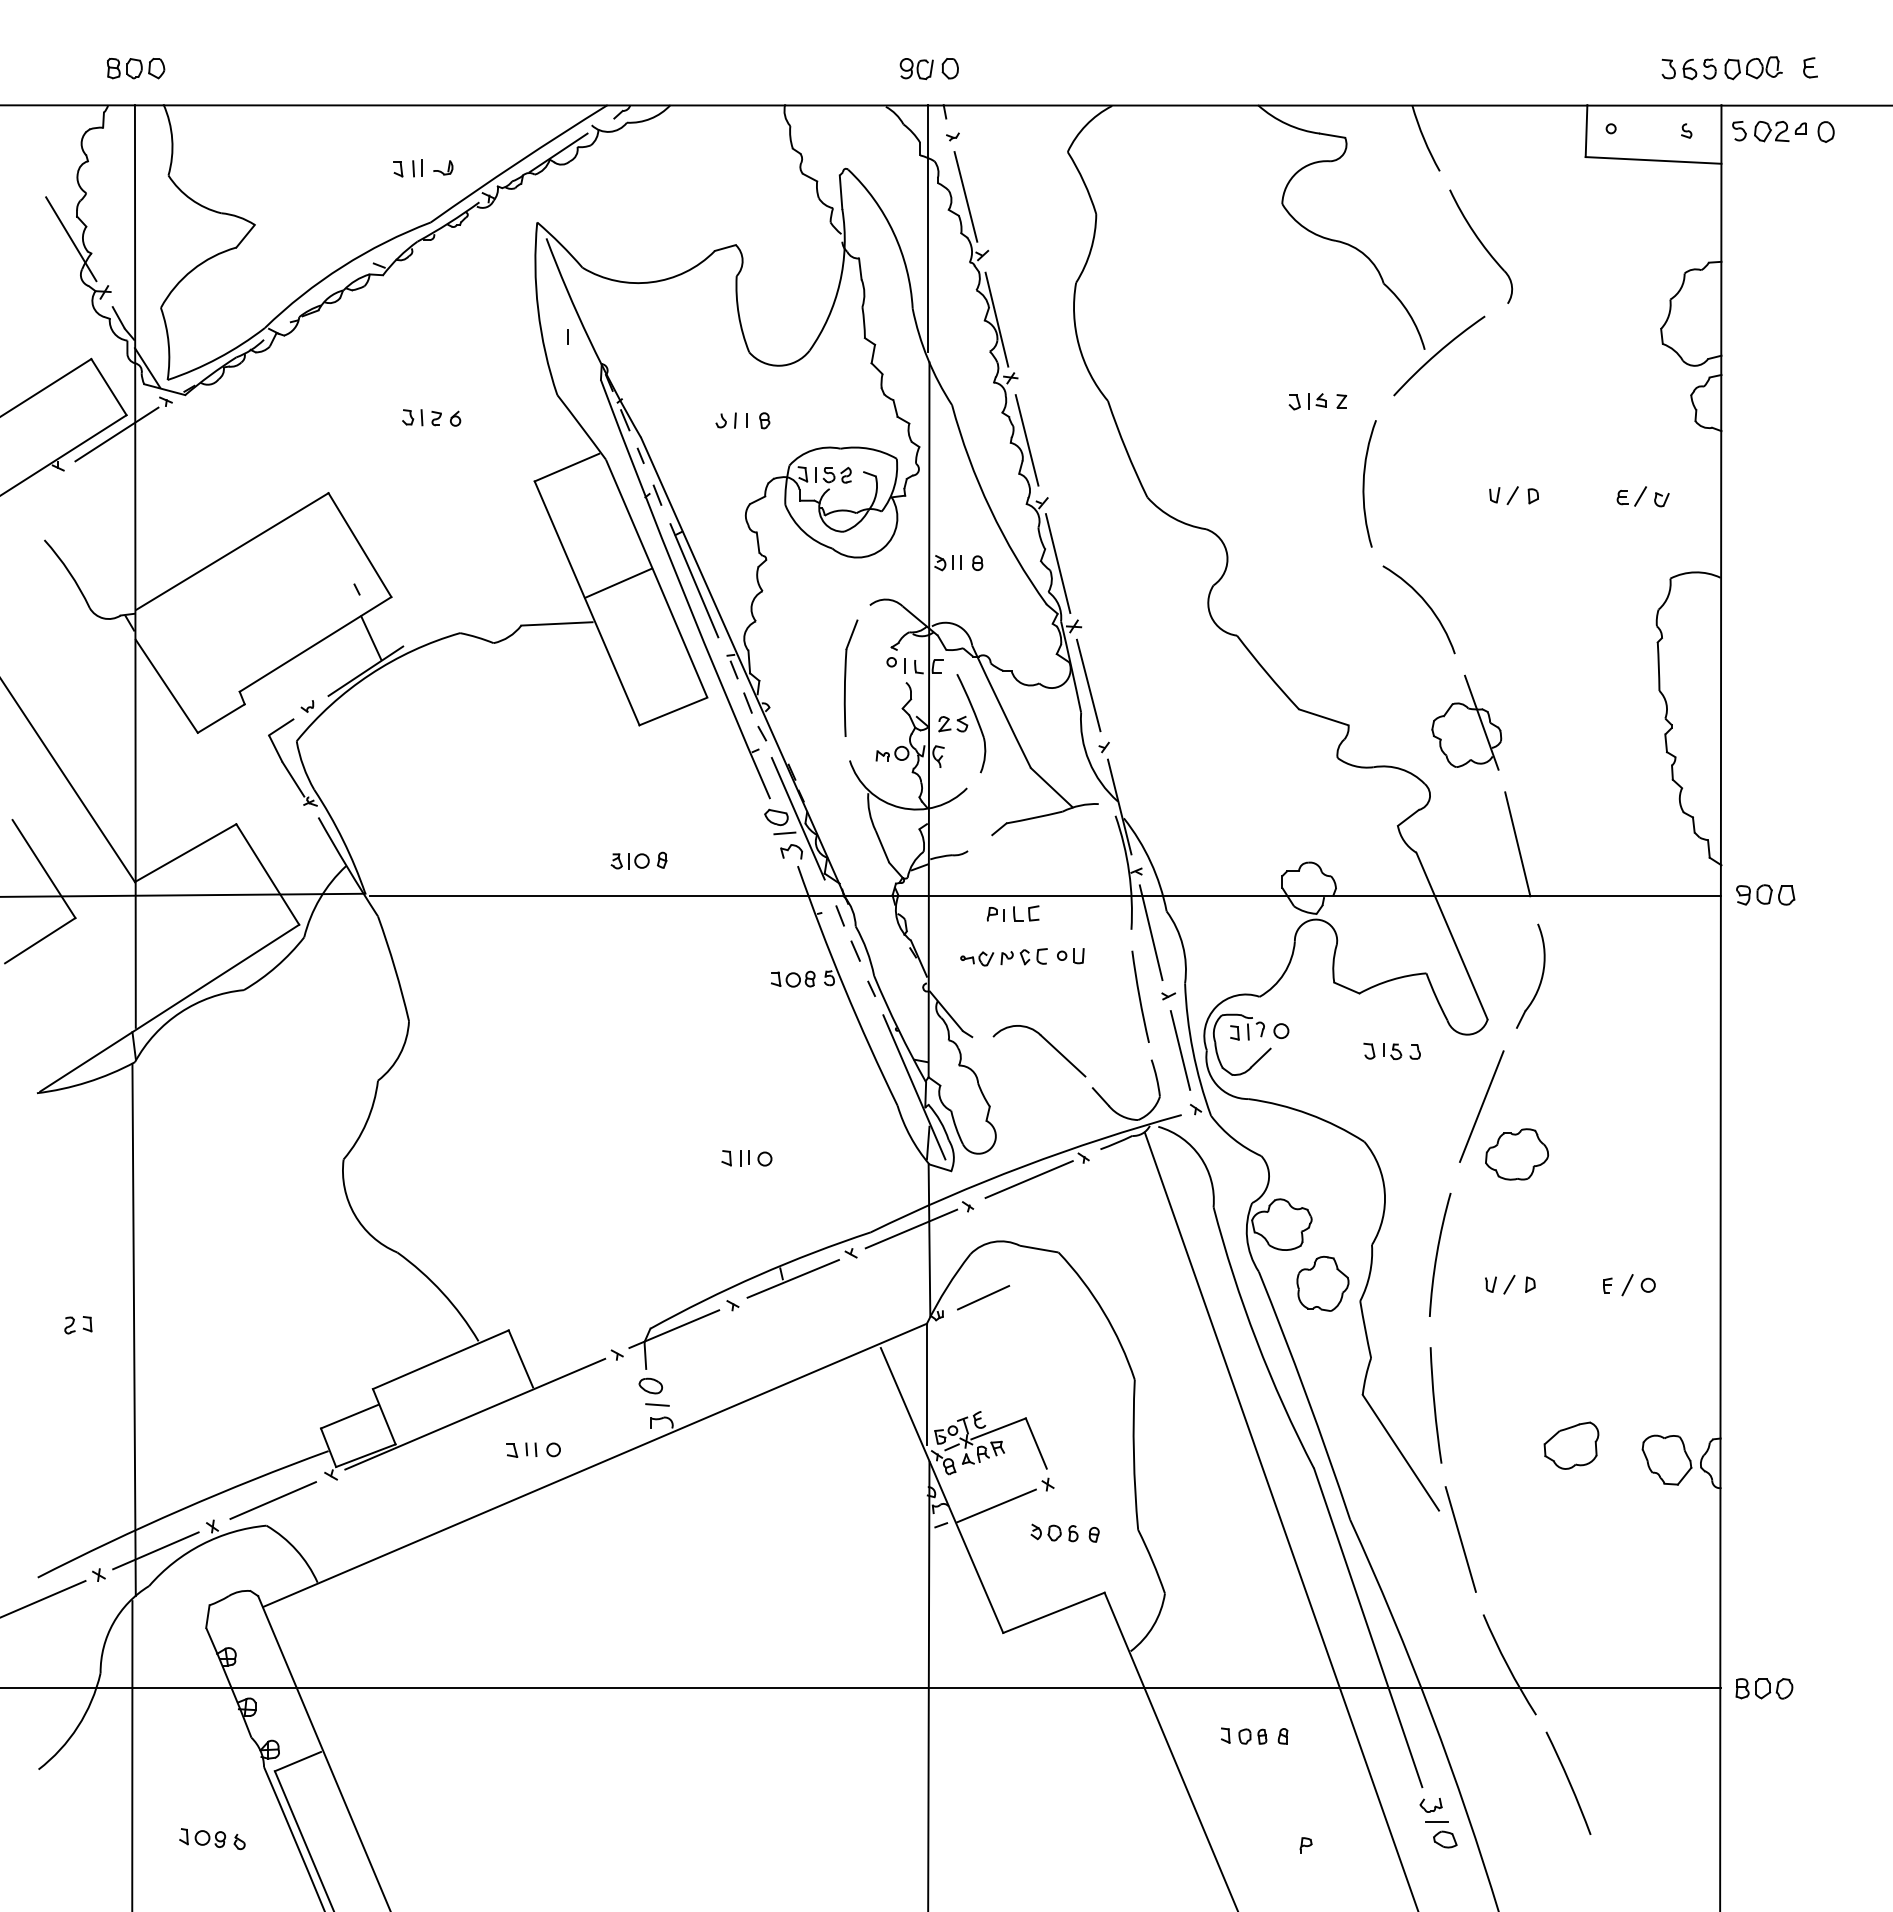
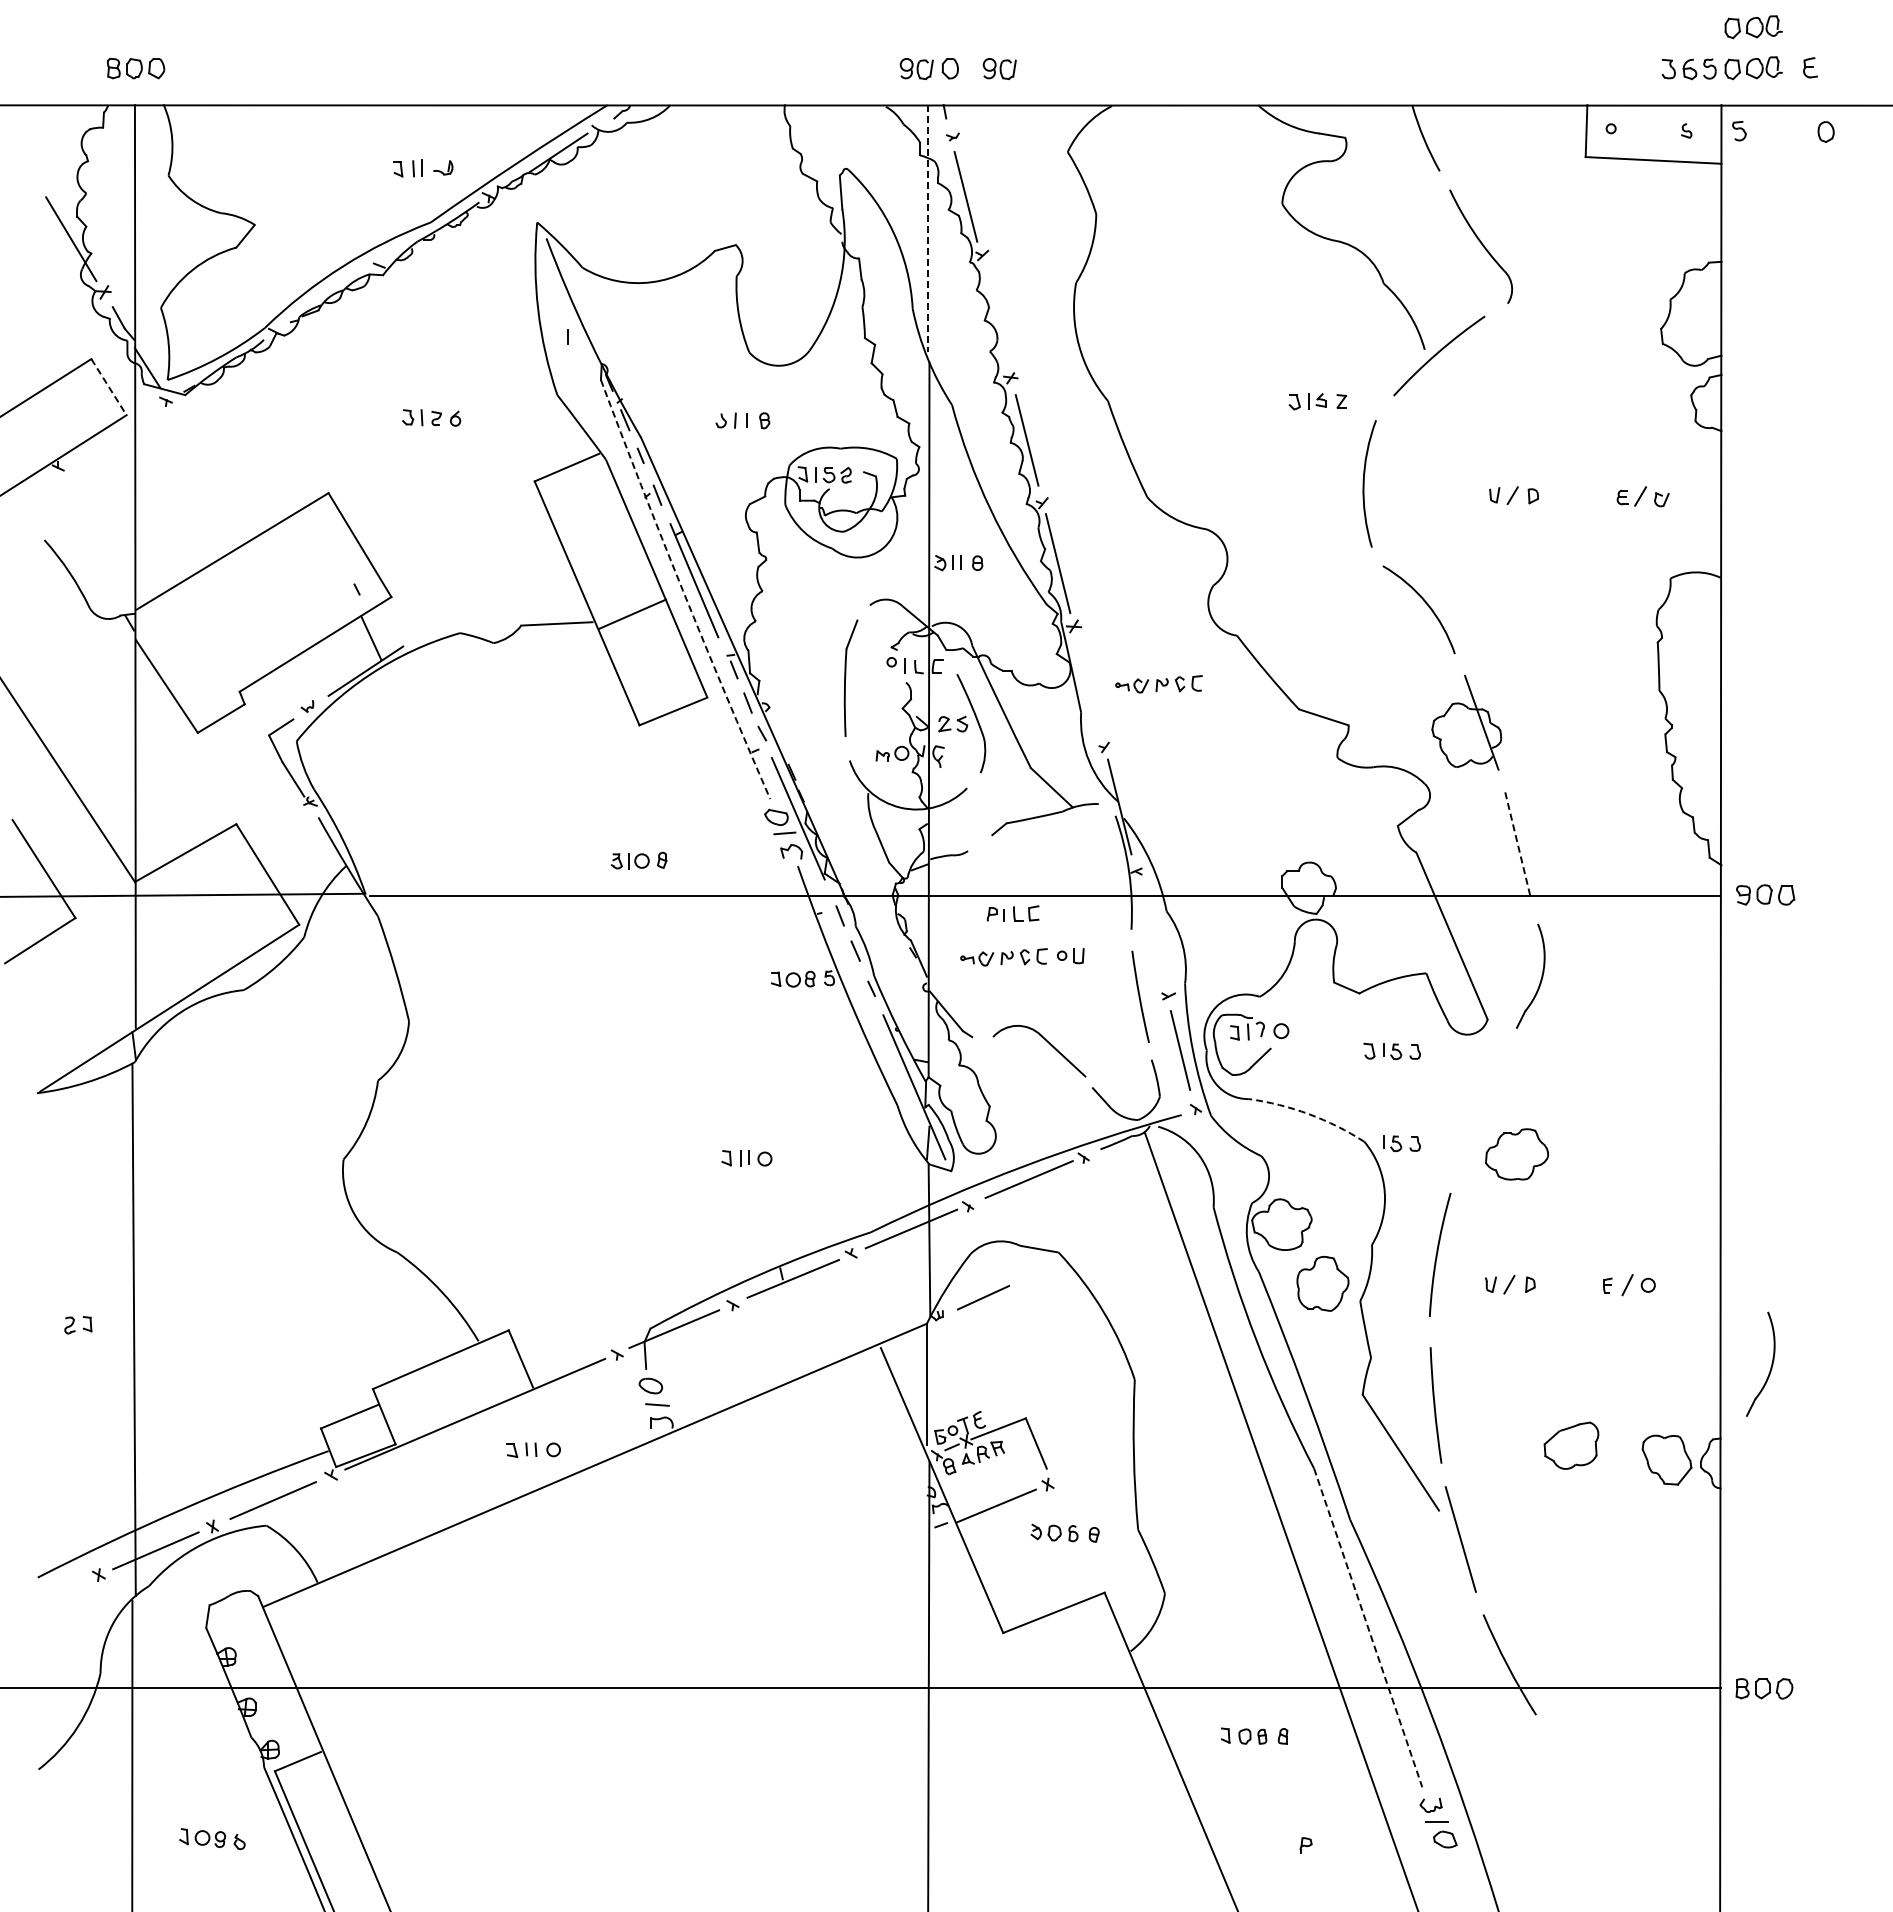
part at (1753, 27): none -> present
part at (999, 69): none -> present
part at (1780, 131): present -> none
line at (927, 228): solid -> dashed
line at (996, 319): present -> none
line at (109, 387): solid -> dashed
line at (116, 434): present -> none
line at (618, 582) position: (618, 582) -> (632, 613)
arc at (682, 590): solid -> dashed
part at (1158, 684): none -> present
line at (1088, 685): present -> none
line at (1517, 844): solid -> dashed
line at (1150, 932): present -> none
line at (1481, 1106): present -> none
arc at (1308, 1114): solid -> dashed
part at (1401, 1143): none -> present
part at (1770, 1367): none -> present
line at (43, 1598): present -> none
line at (1368, 1628): solid -> dashed
arc at (1568, 1782): present -> none
